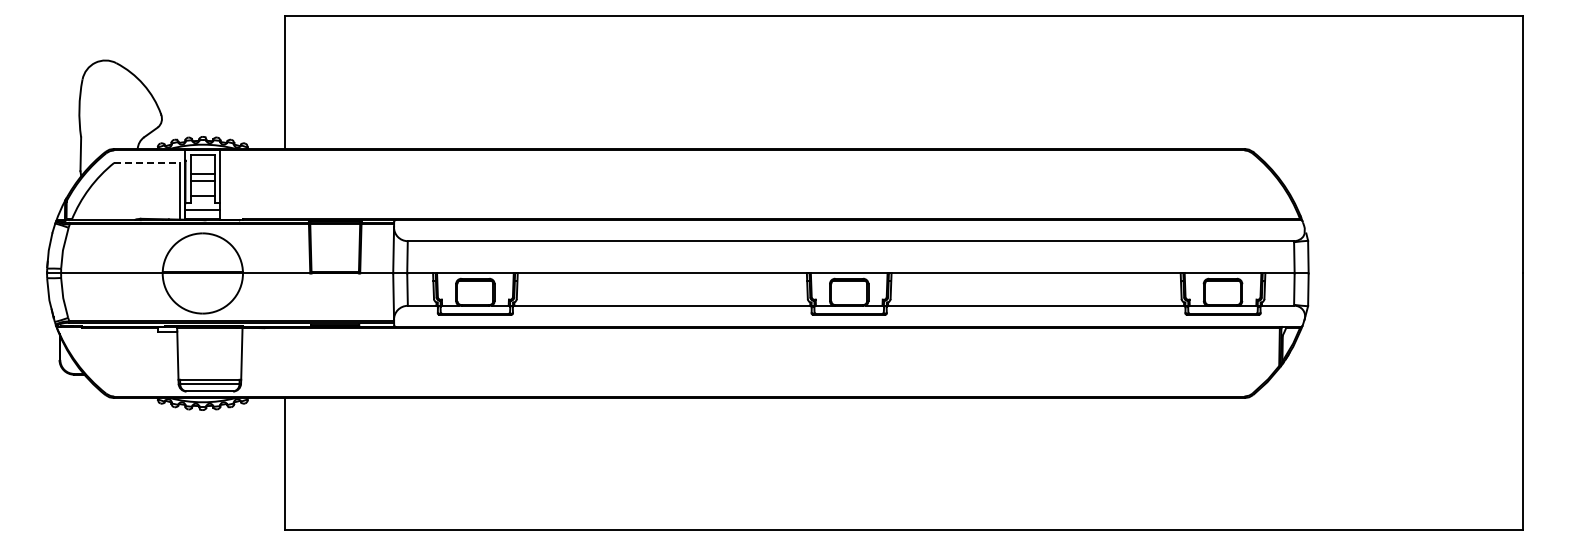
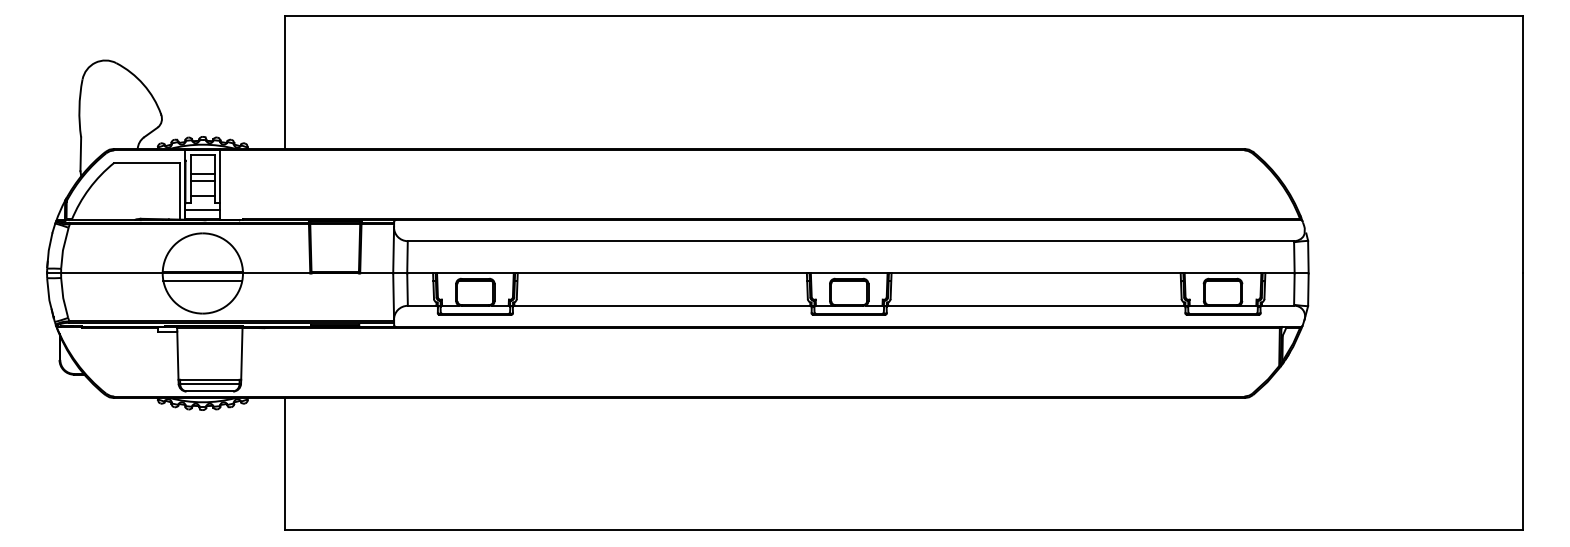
line at (147, 162): dashed -> solid
line at (202, 281): none -> present
